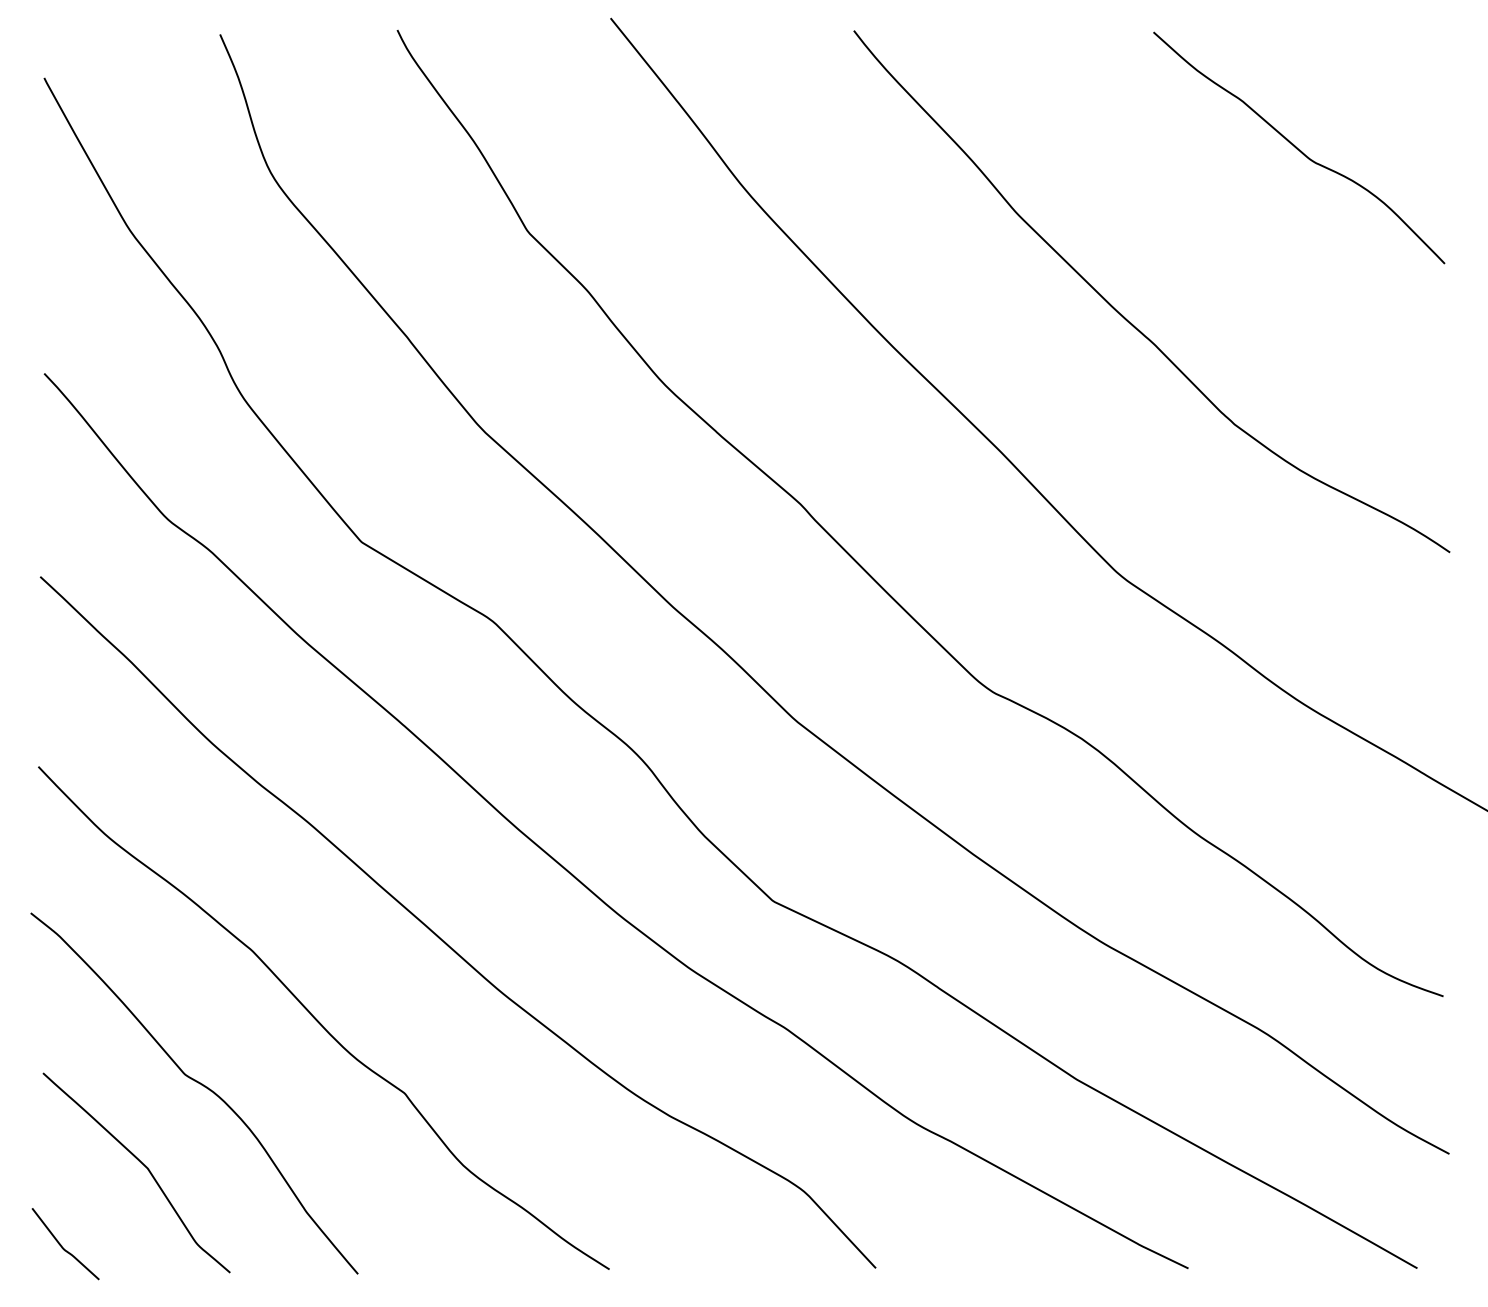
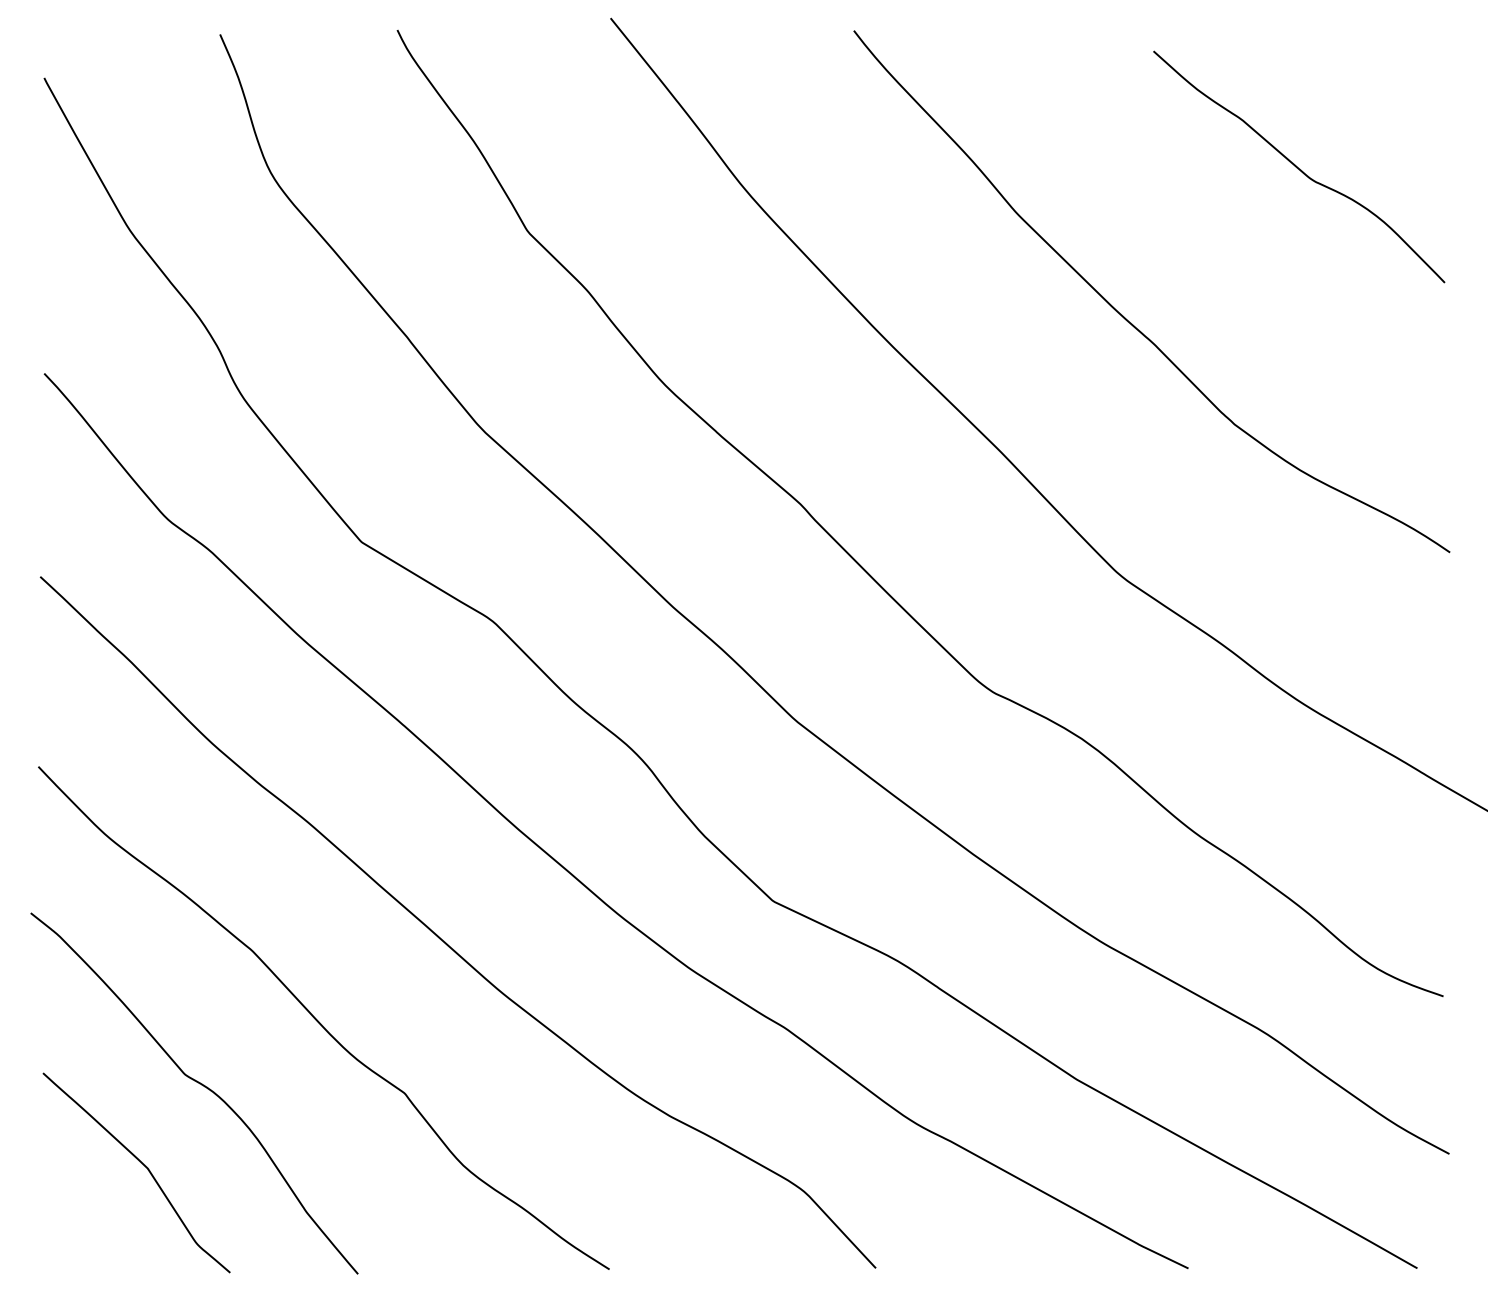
curve at (1298, 148) position: (1298, 148) -> (1298, 167)
curve at (62, 1246): present -> none
